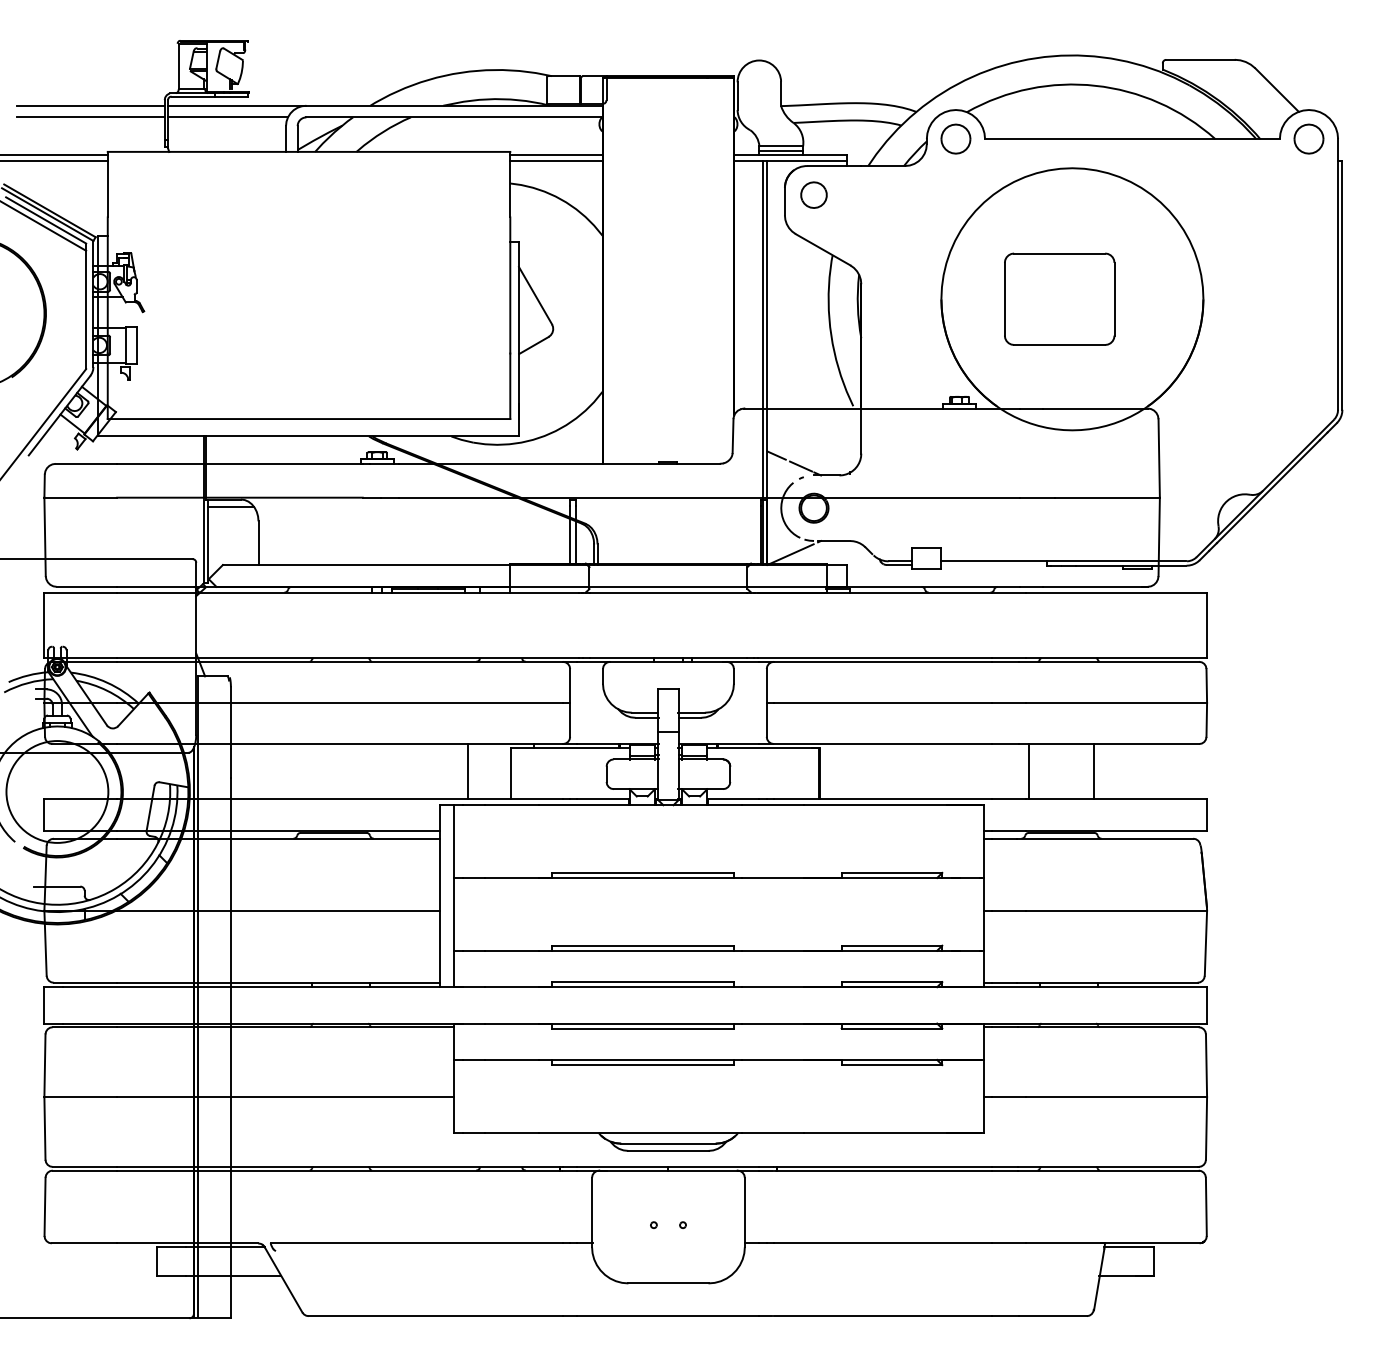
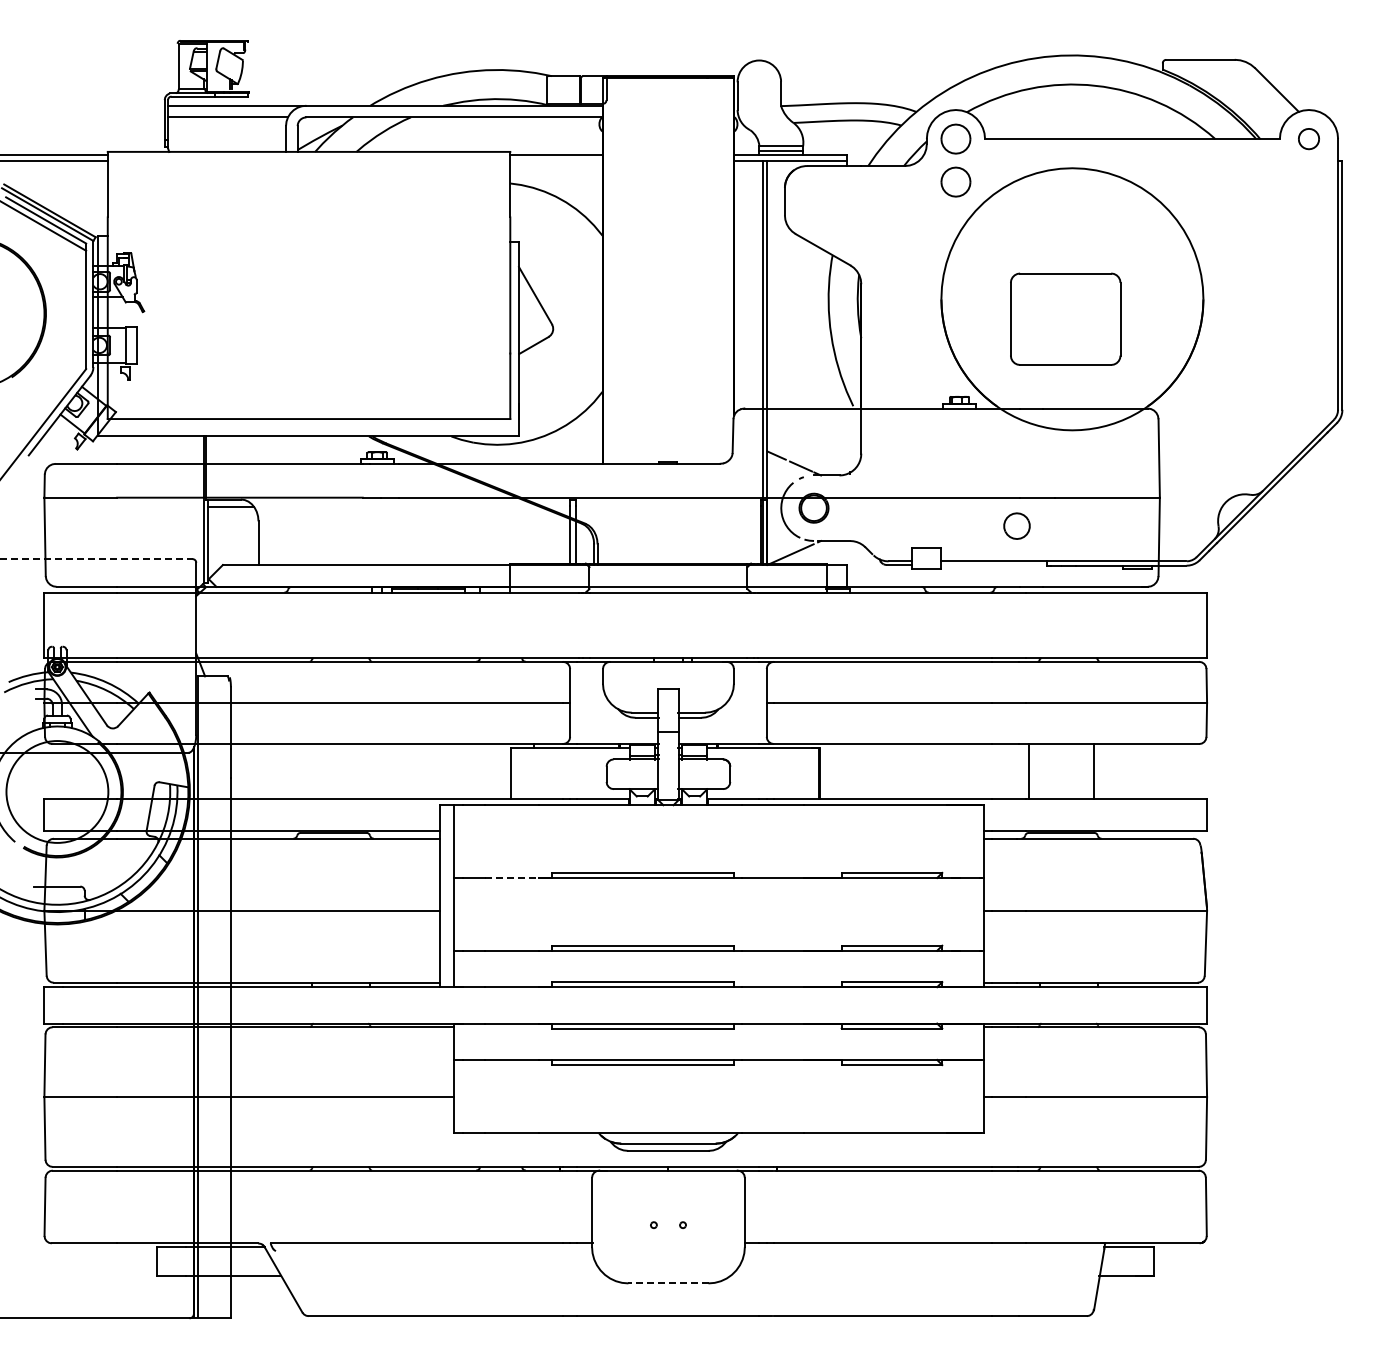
line at (90, 105): present -> none
line at (90, 117): present -> none
part at (1308, 138) size: 32x32 px -> 22x23 px
line at (556, 160): present -> none
part at (955, 181): none -> present
part at (813, 194) position: (813, 194) -> (1016, 525)
part at (1059, 298) position: (1059, 298) -> (1065, 318)
line at (96, 559): solid -> dashed
line at (468, 771): present -> none
line at (512, 878): solid -> dashed
line at (667, 1283): solid -> dashed
